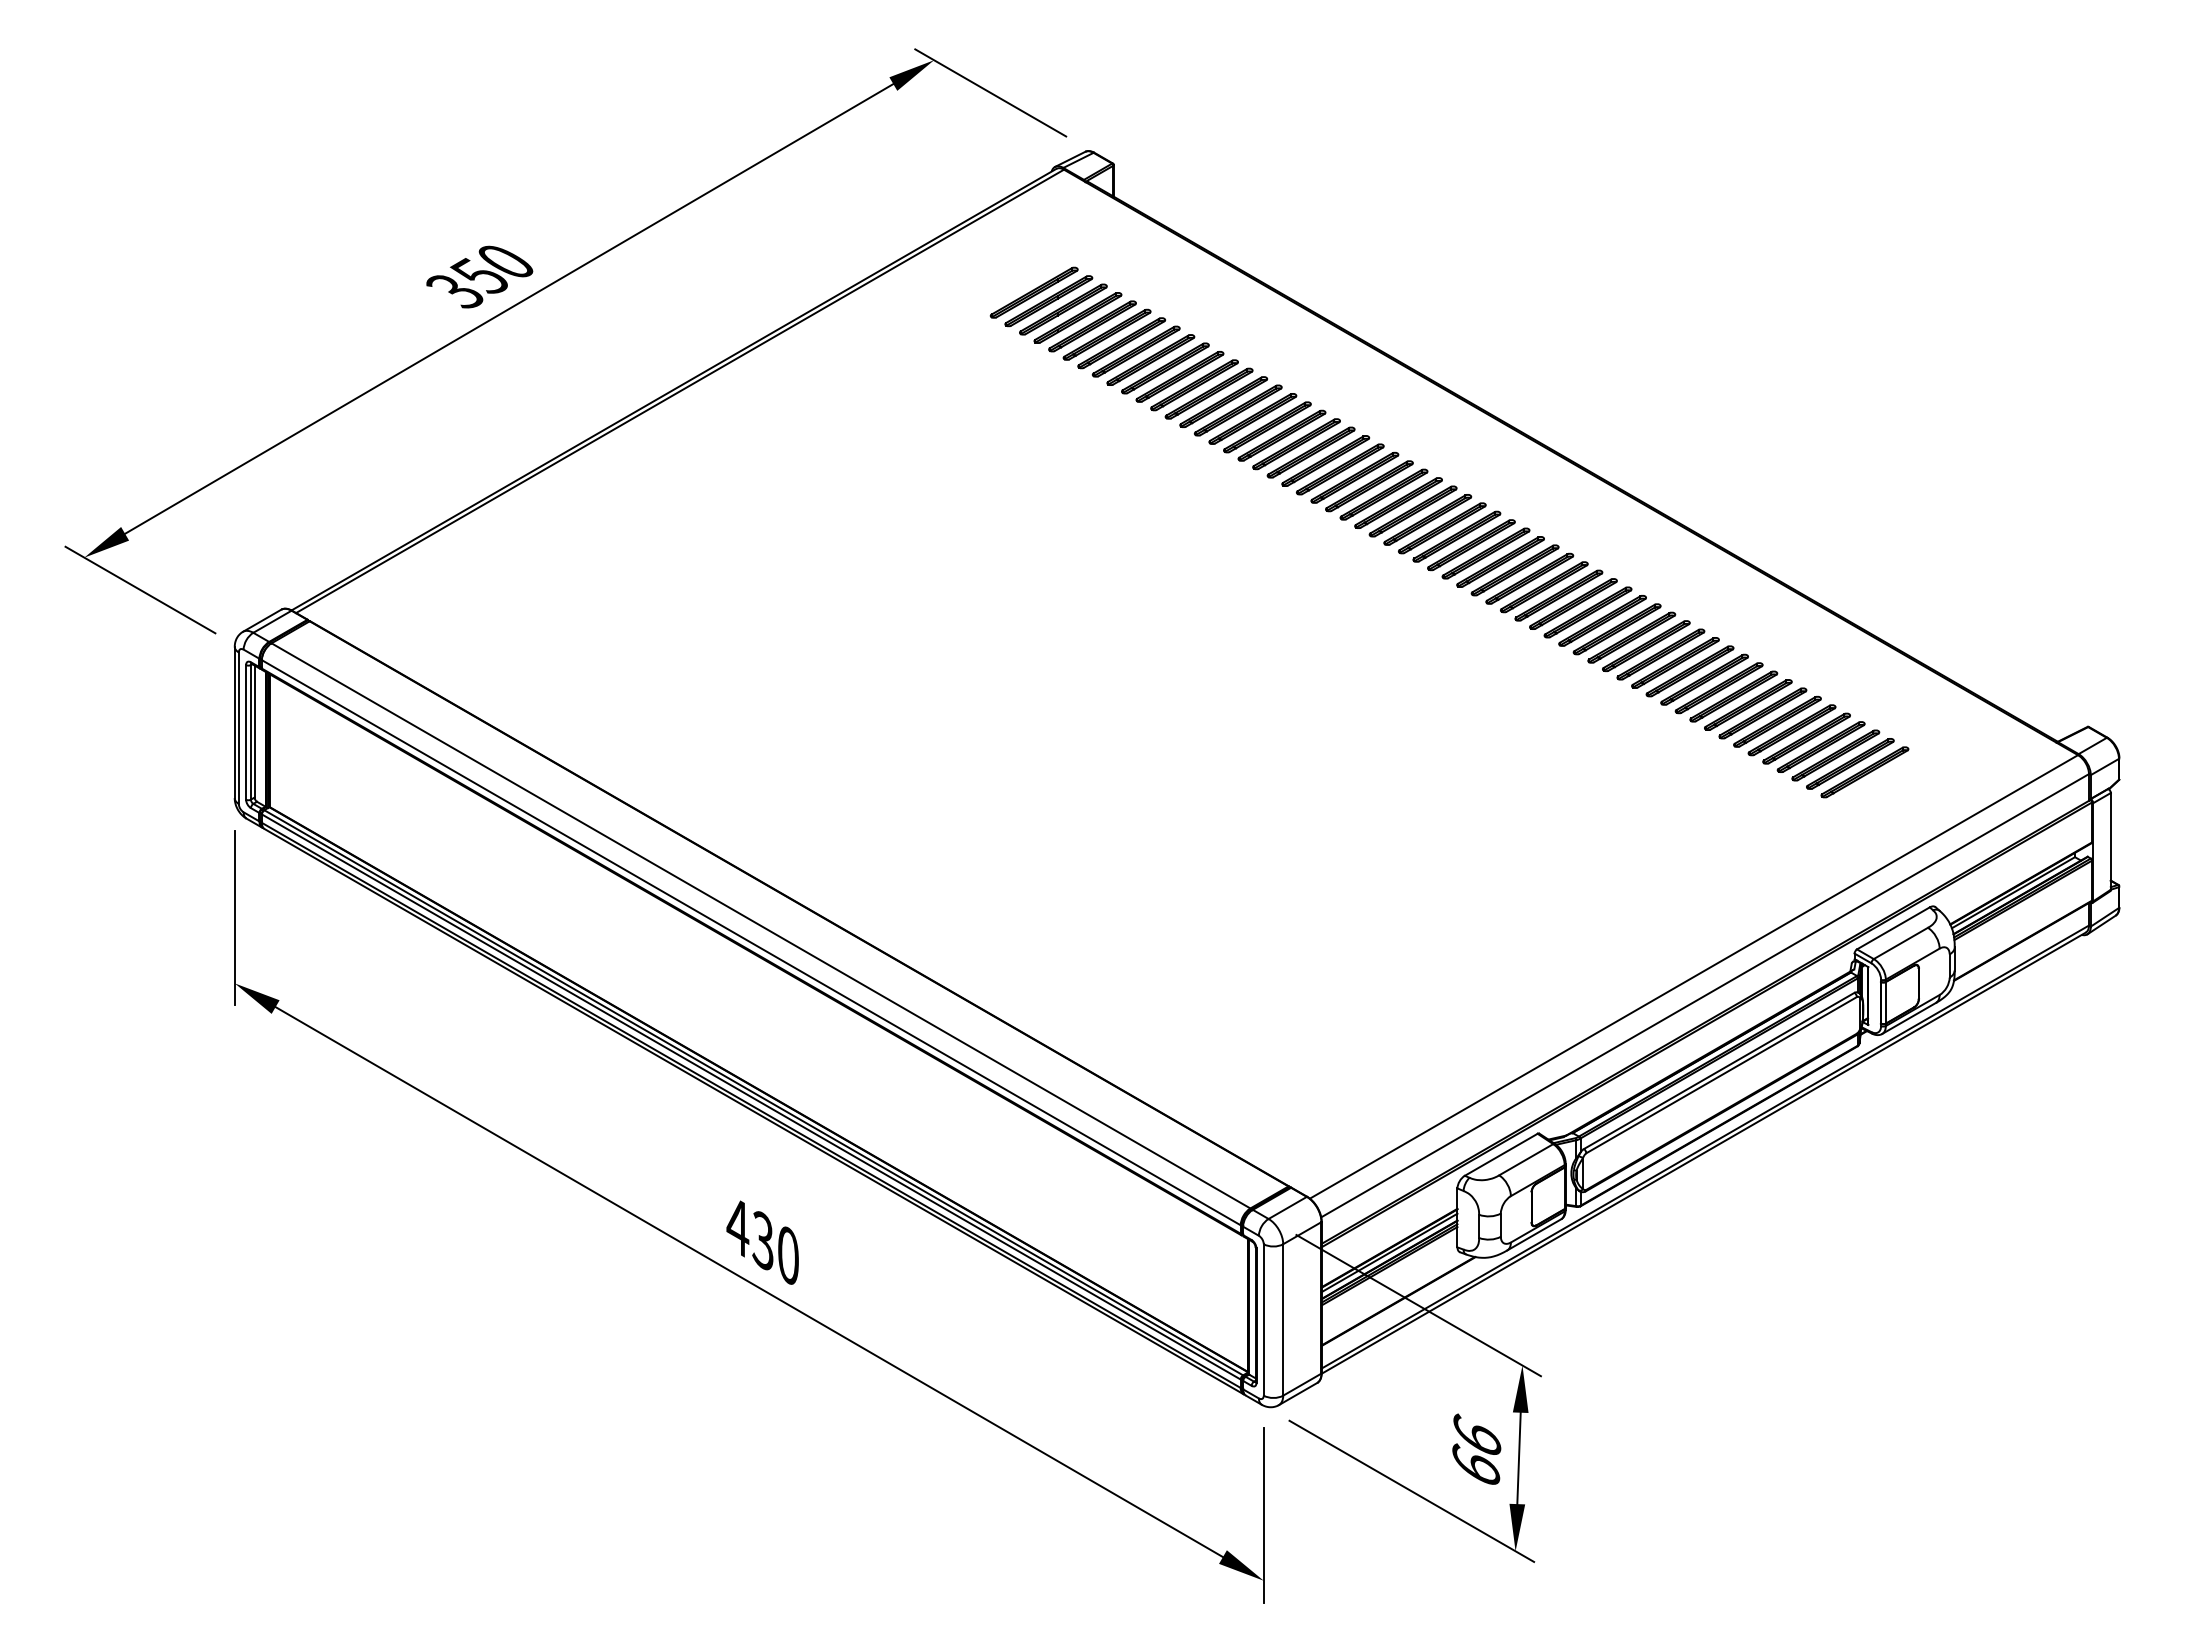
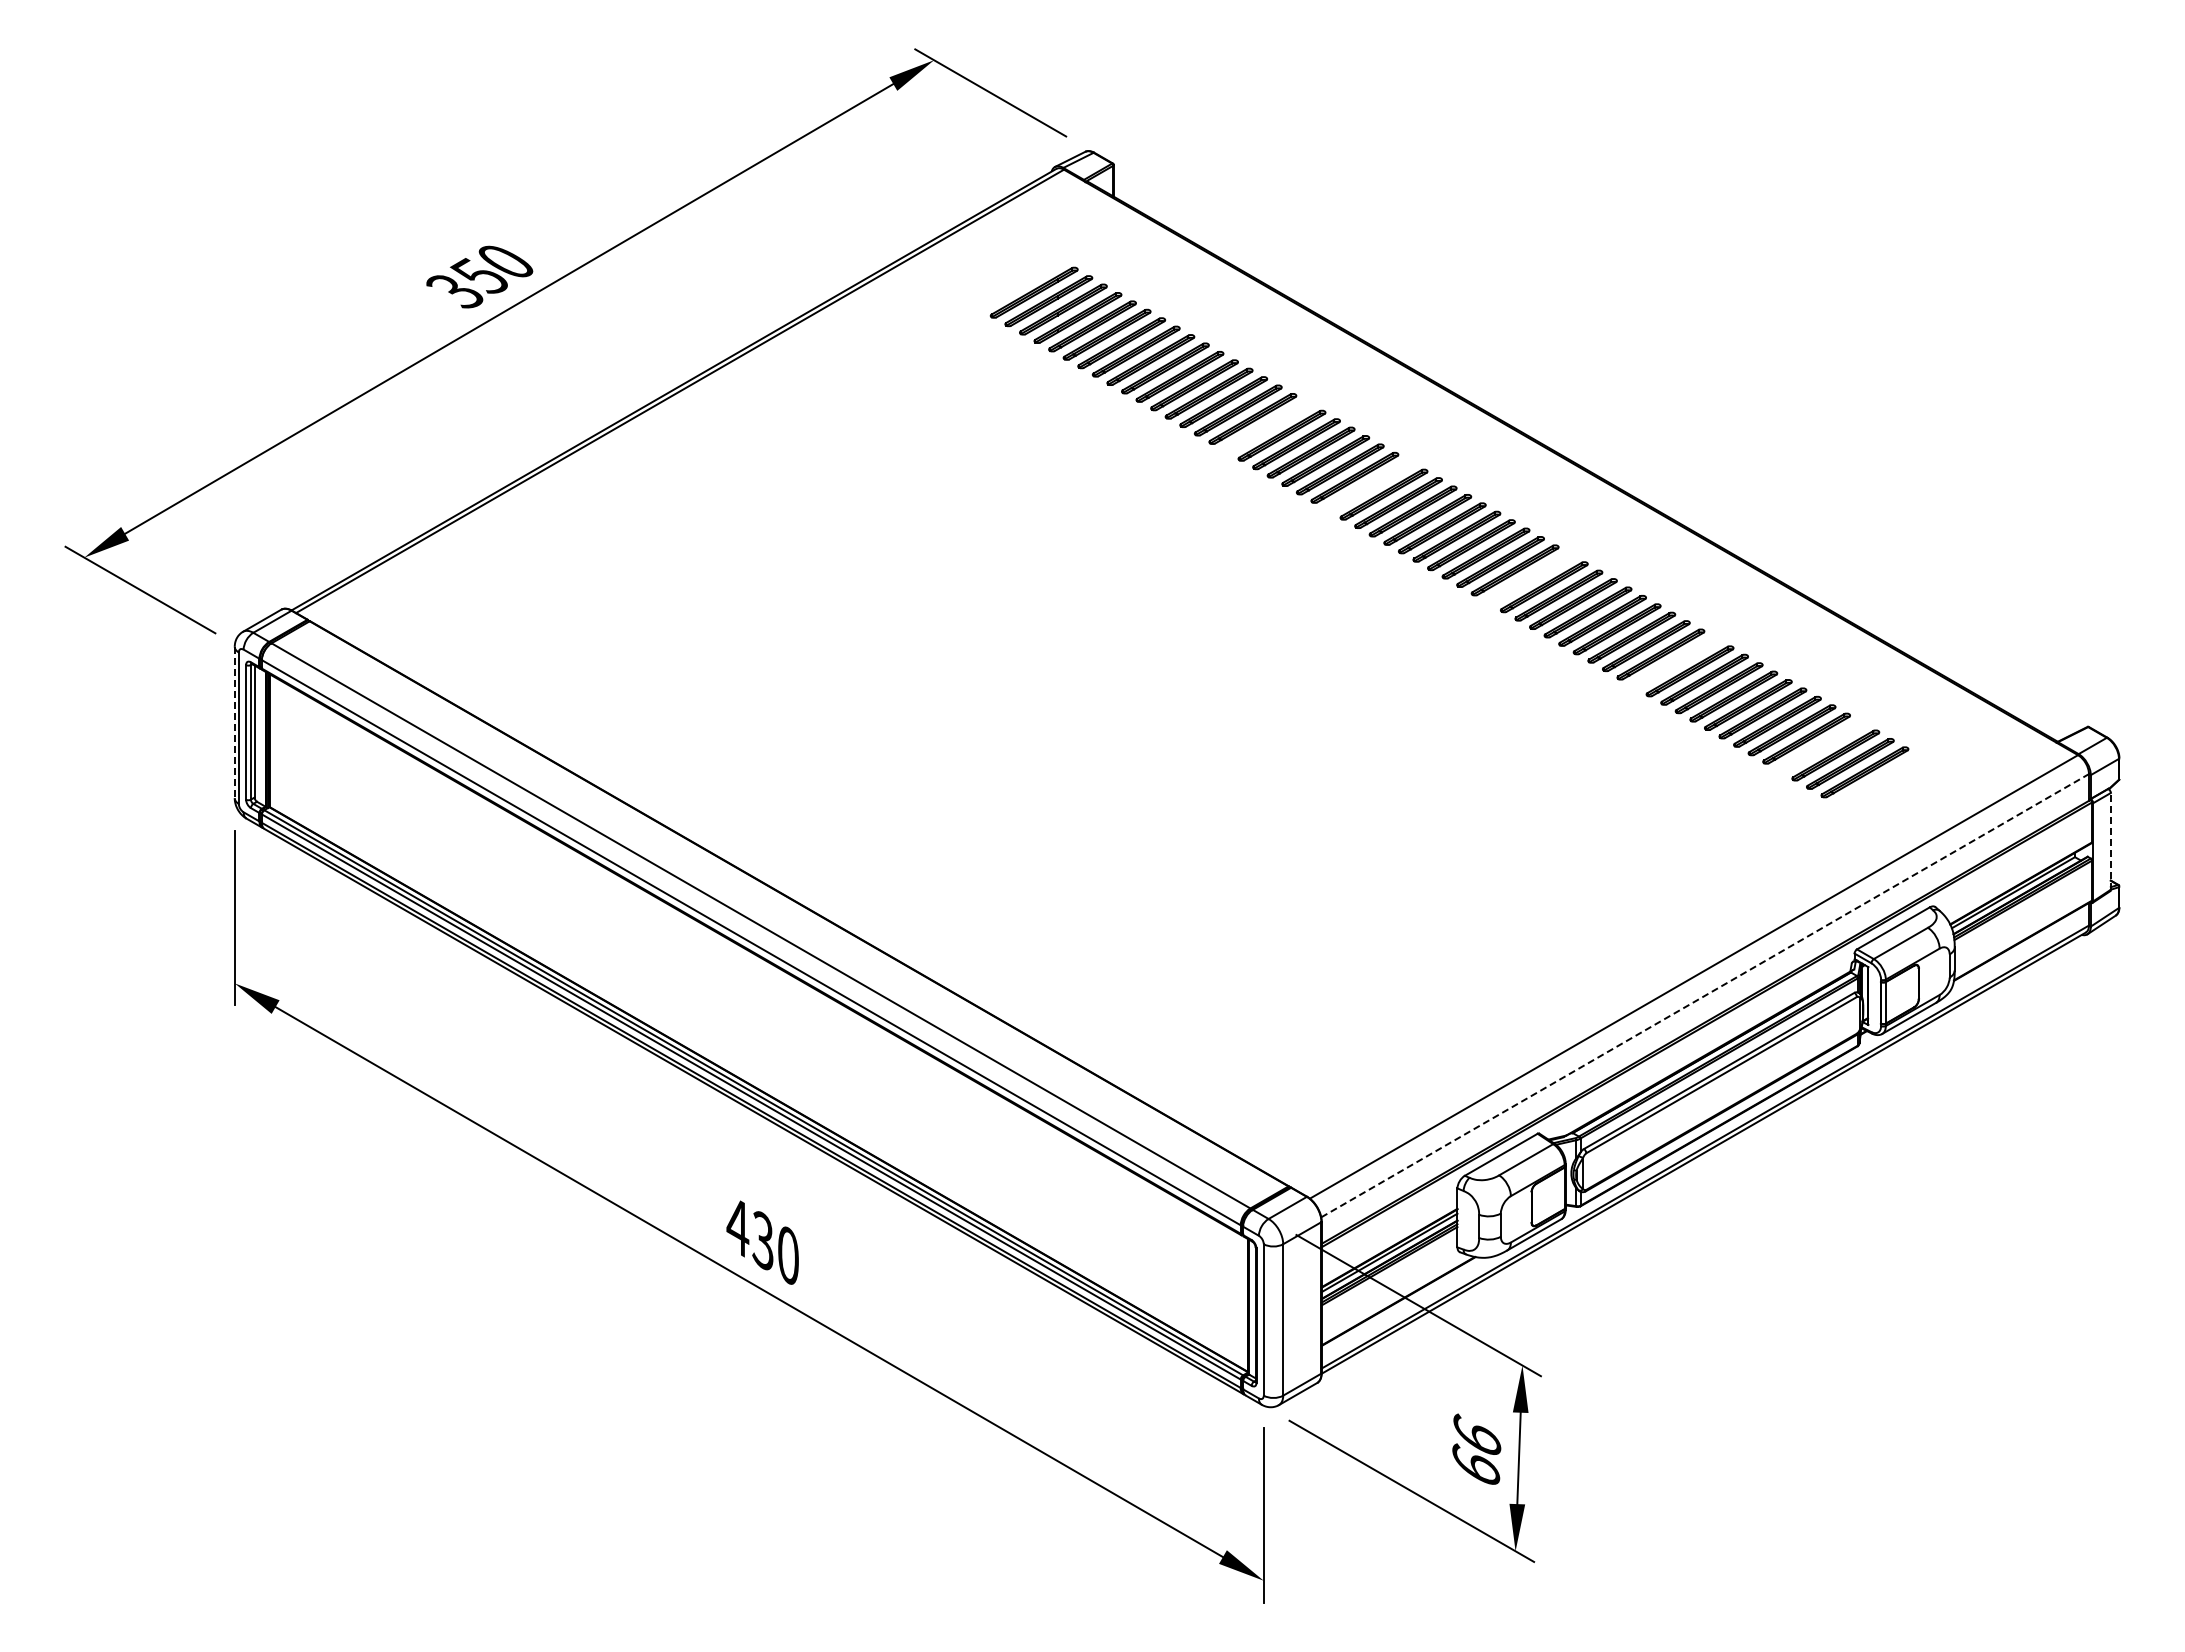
part at (1267, 427): present -> none
part at (1369, 486): present -> none
part at (1529, 578): present -> none
part at (1675, 662): present -> none
line at (234, 722): solid -> dashed
part at (1820, 746): present -> none
line at (2110, 840): solid -> dashed
line at (1705, 995): solid -> dashed
